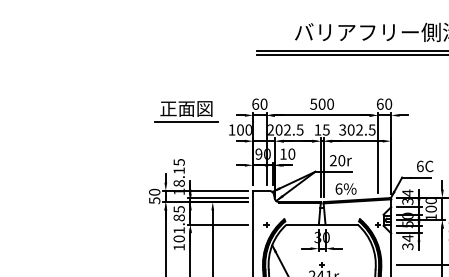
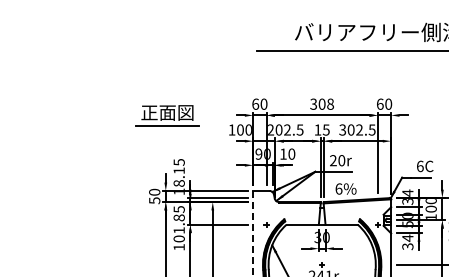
line at (350, 55): present -> none
text at (321, 103): 500 -> 308
part at (186, 111) position: (186, 111) -> (167, 115)
line at (253, 233): solid -> dashed
